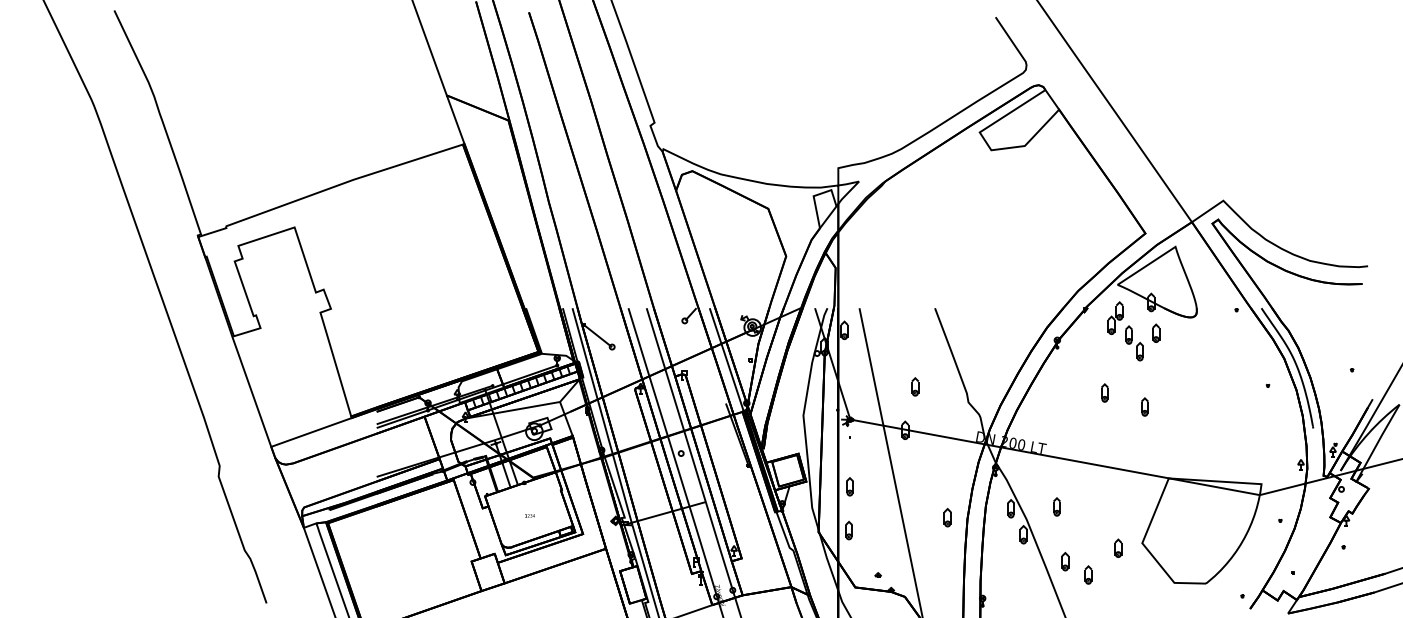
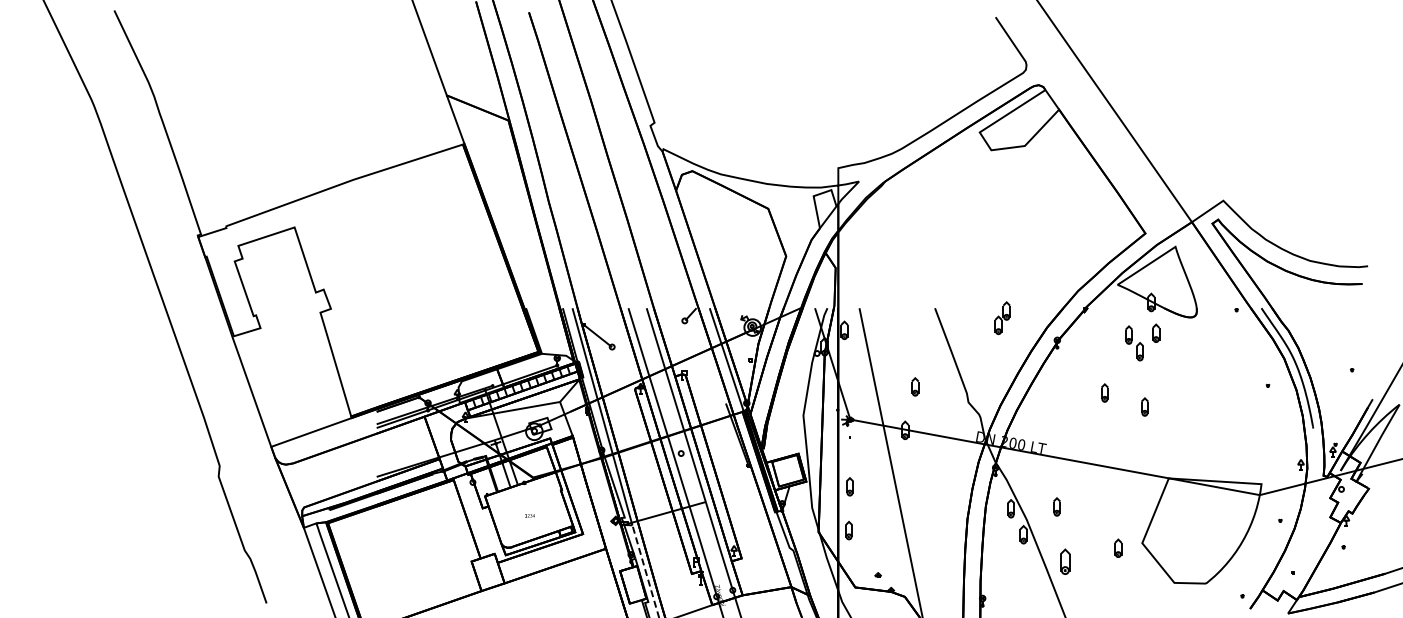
part at (1115, 317) position: (1115, 317) -> (1002, 317)
part at (947, 517): present -> none
part at (1065, 561) size: 9x21 px -> 11x27 px
line at (645, 571): solid -> dashed
part at (1088, 574): present -> none
